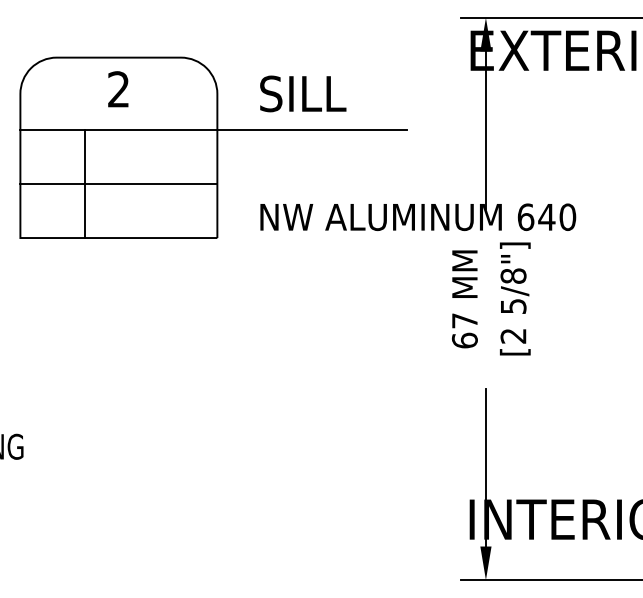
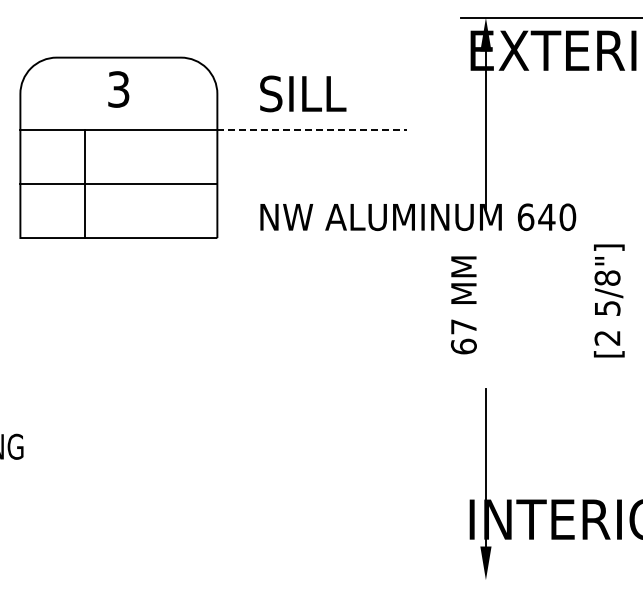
text at (118, 89): 2 -> 3
line at (312, 130): solid -> dashed
text at (515, 298) position: (515, 298) -> (609, 300)
text at (464, 299) position: (464, 299) -> (463, 305)
line at (549, 580): present -> none
